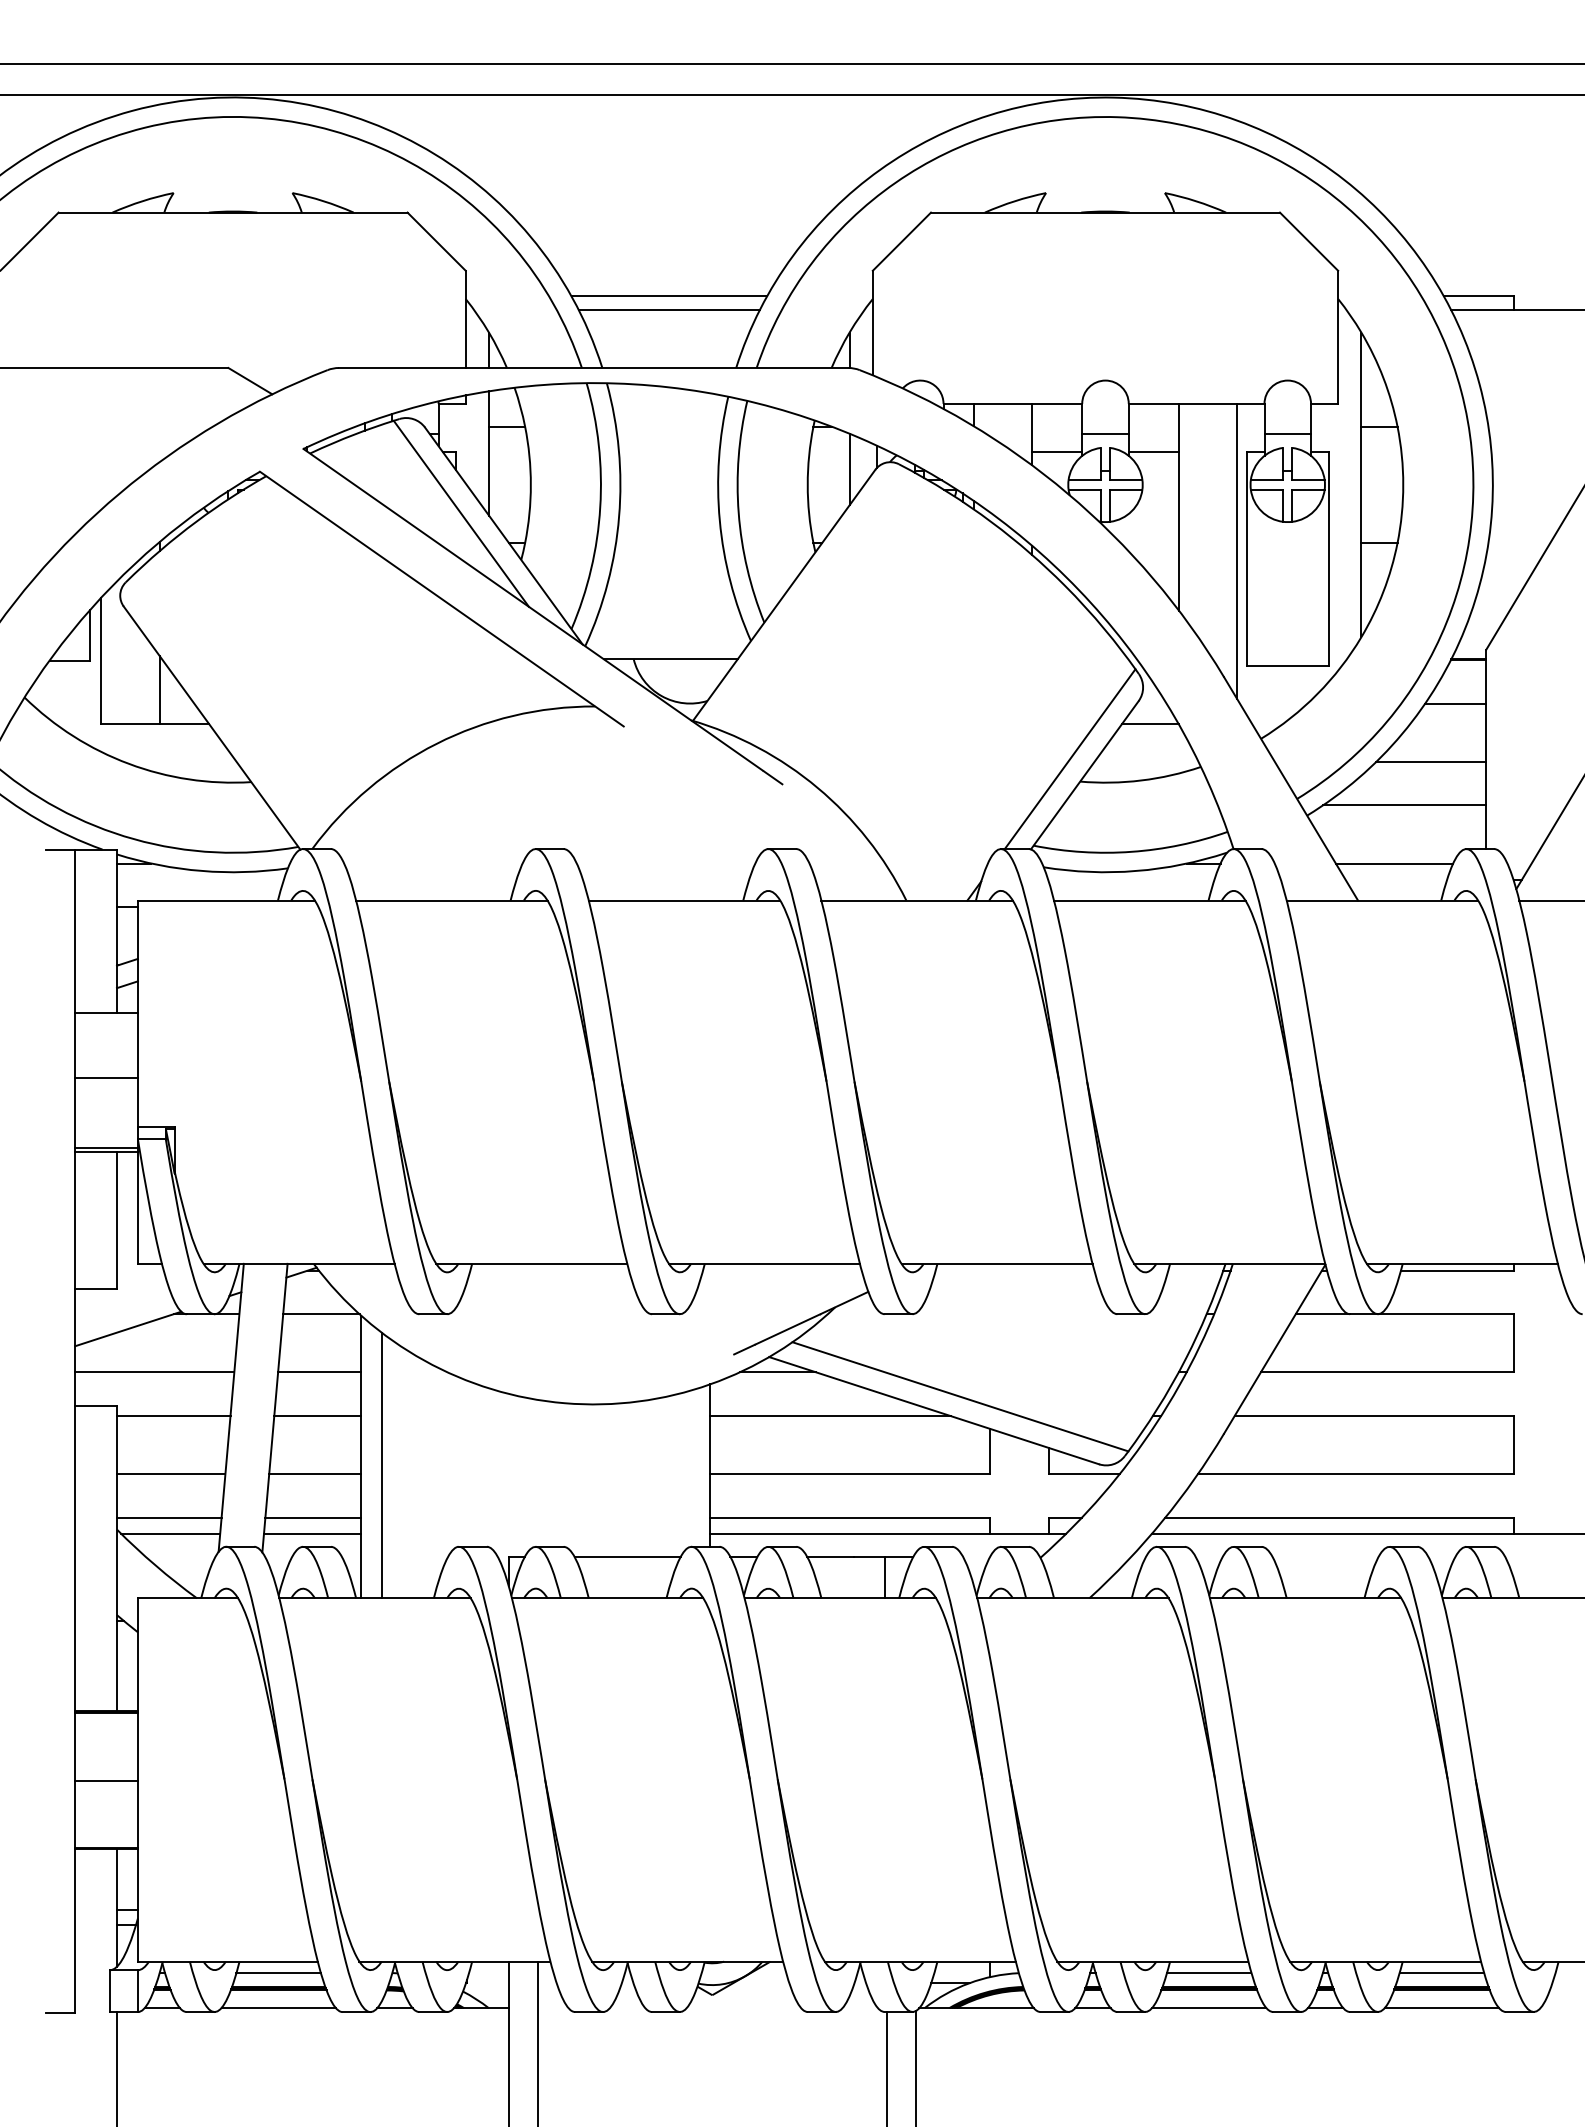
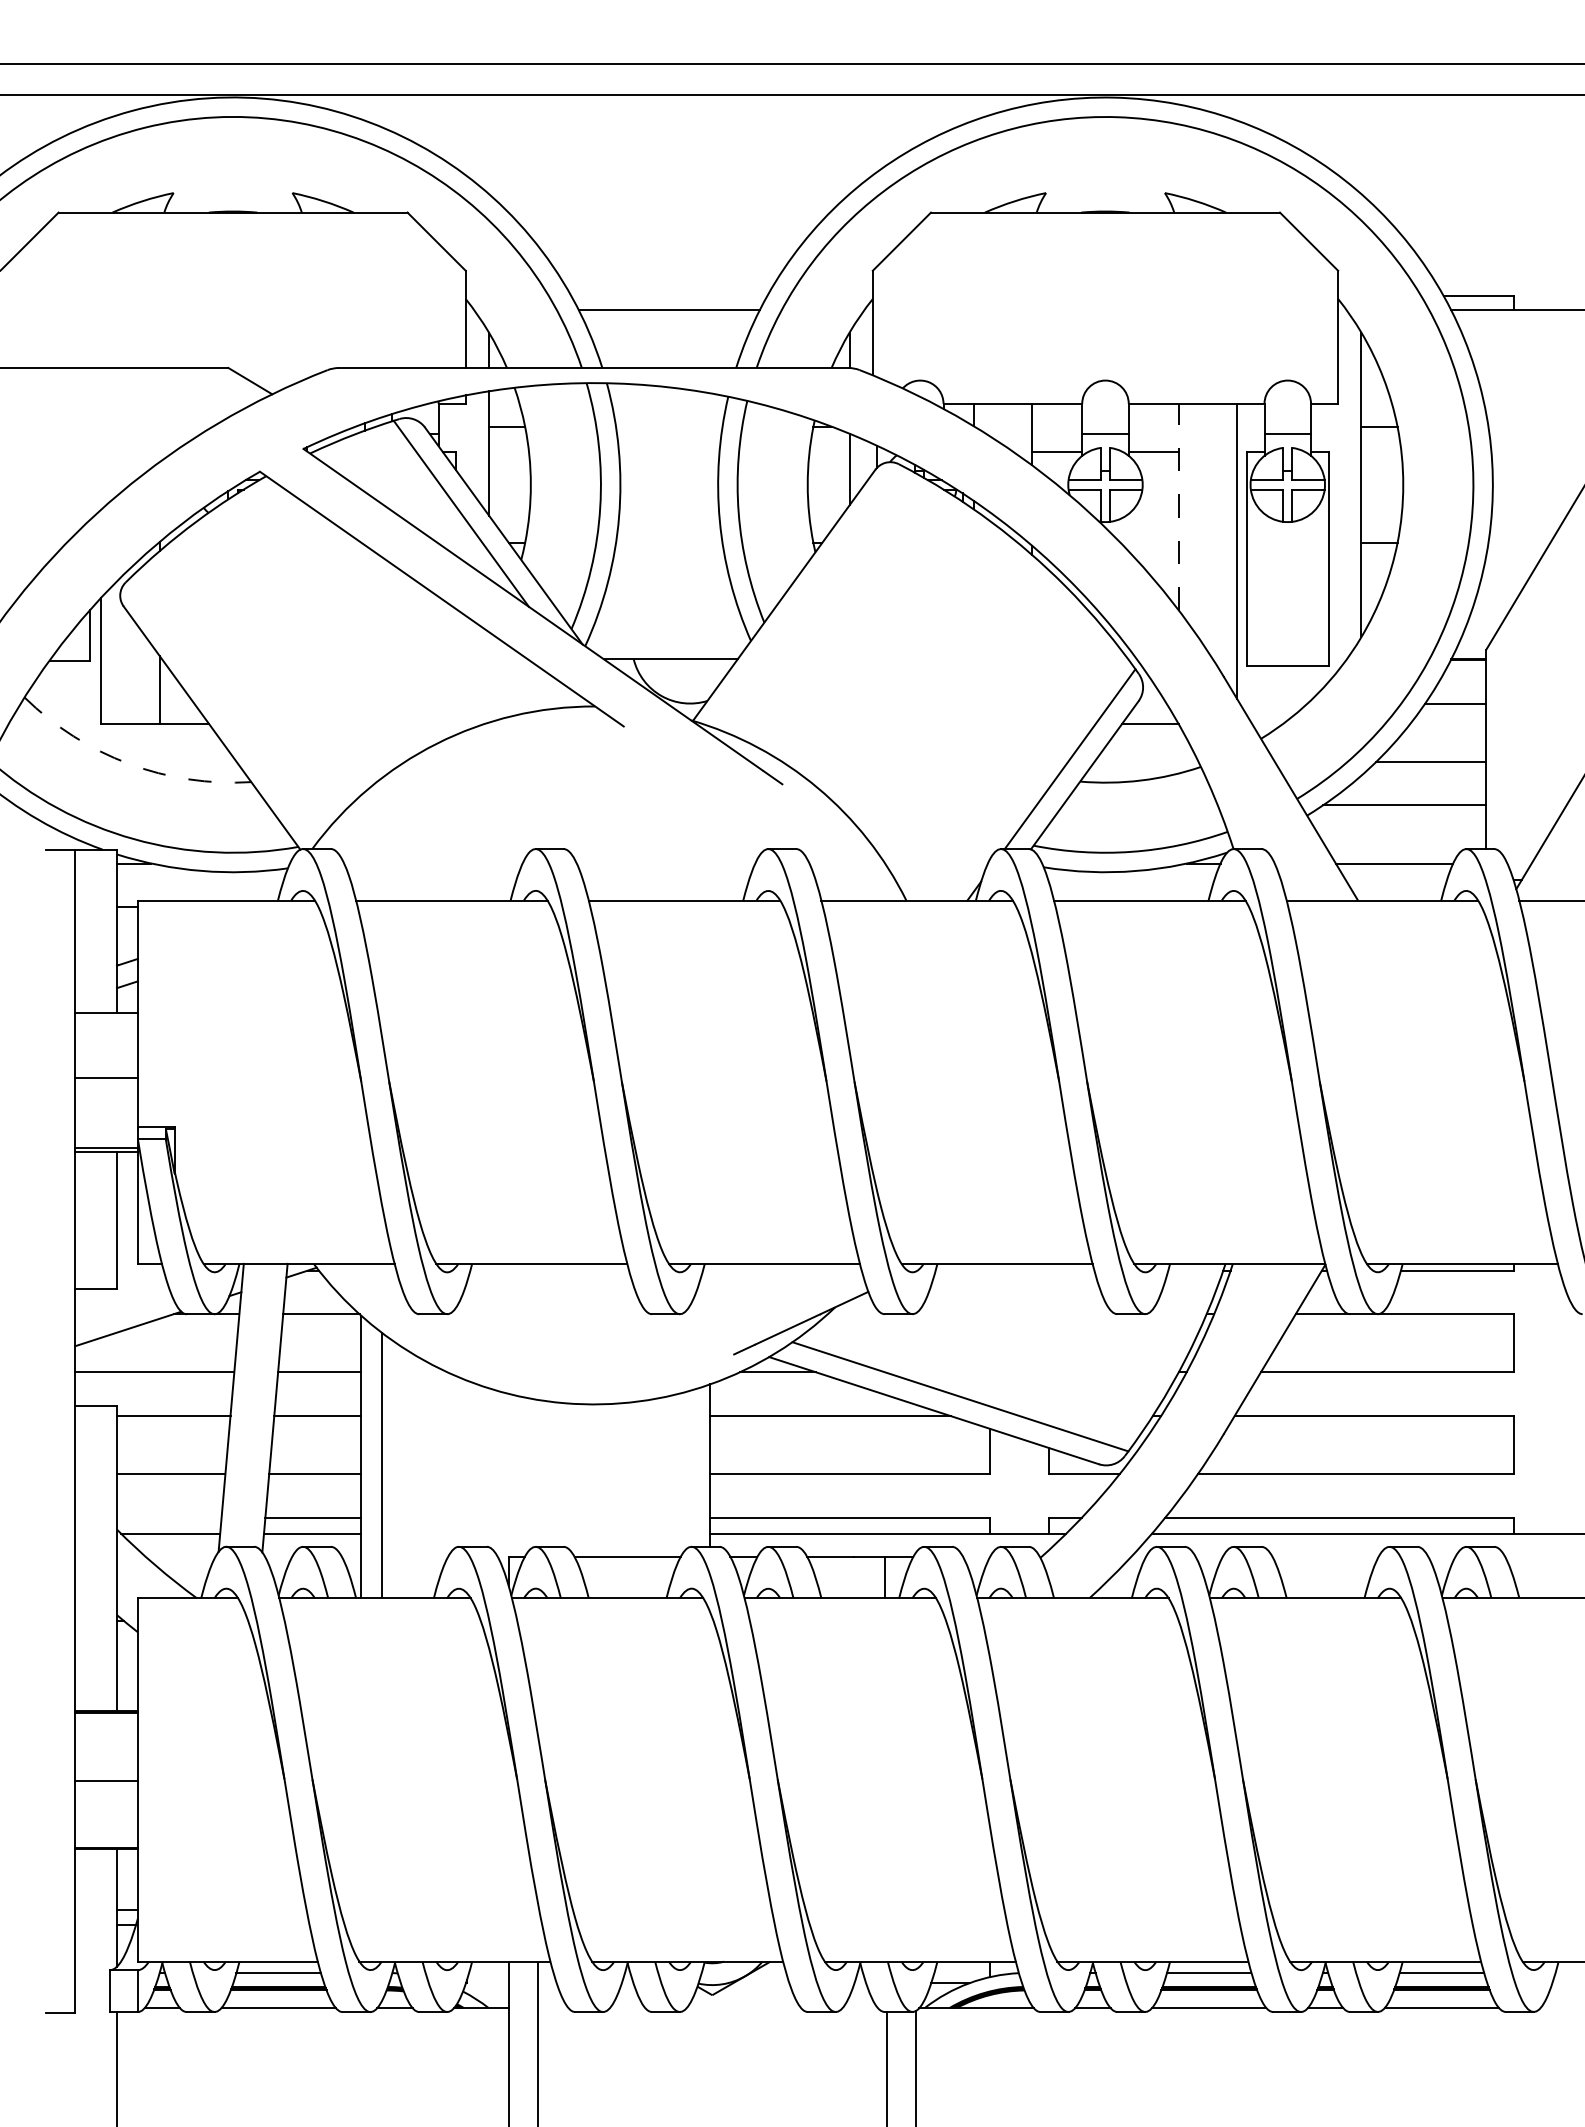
line at (669, 296): present -> none
line at (1179, 506): solid -> dashed
arc at (128, 763): solid -> dashed
line at (168, 1517): present -> none
